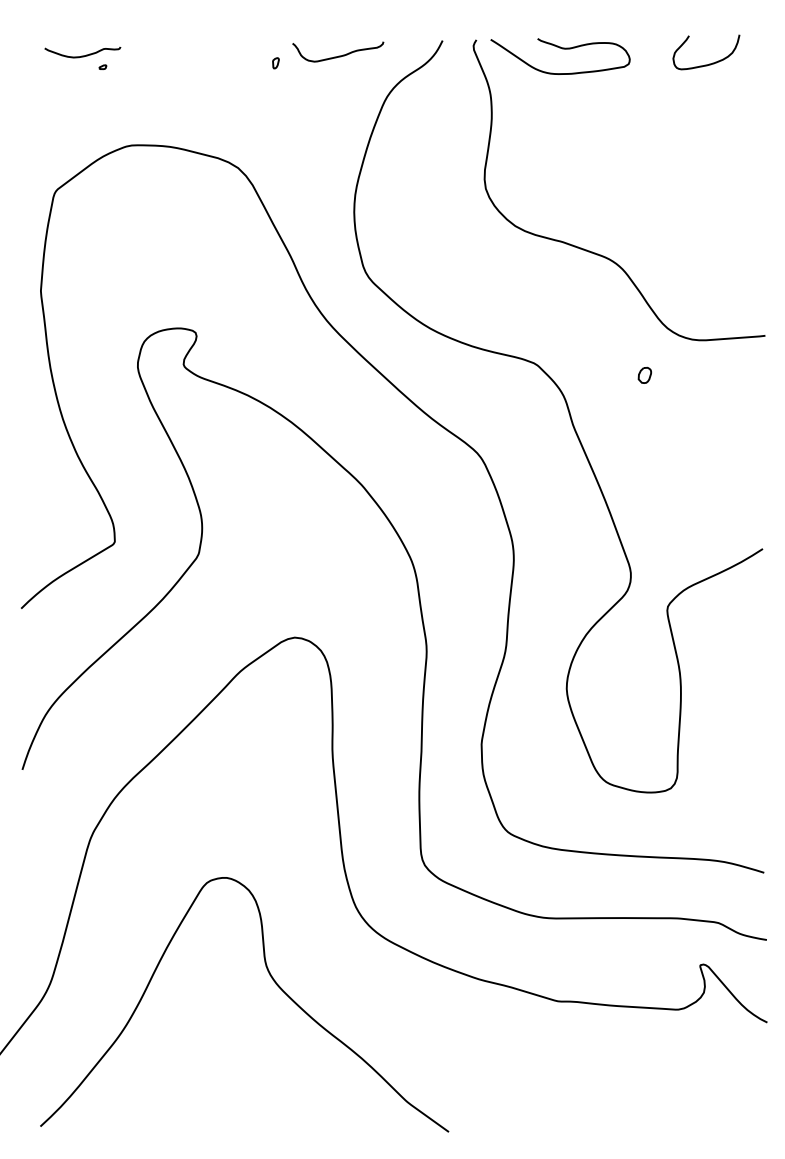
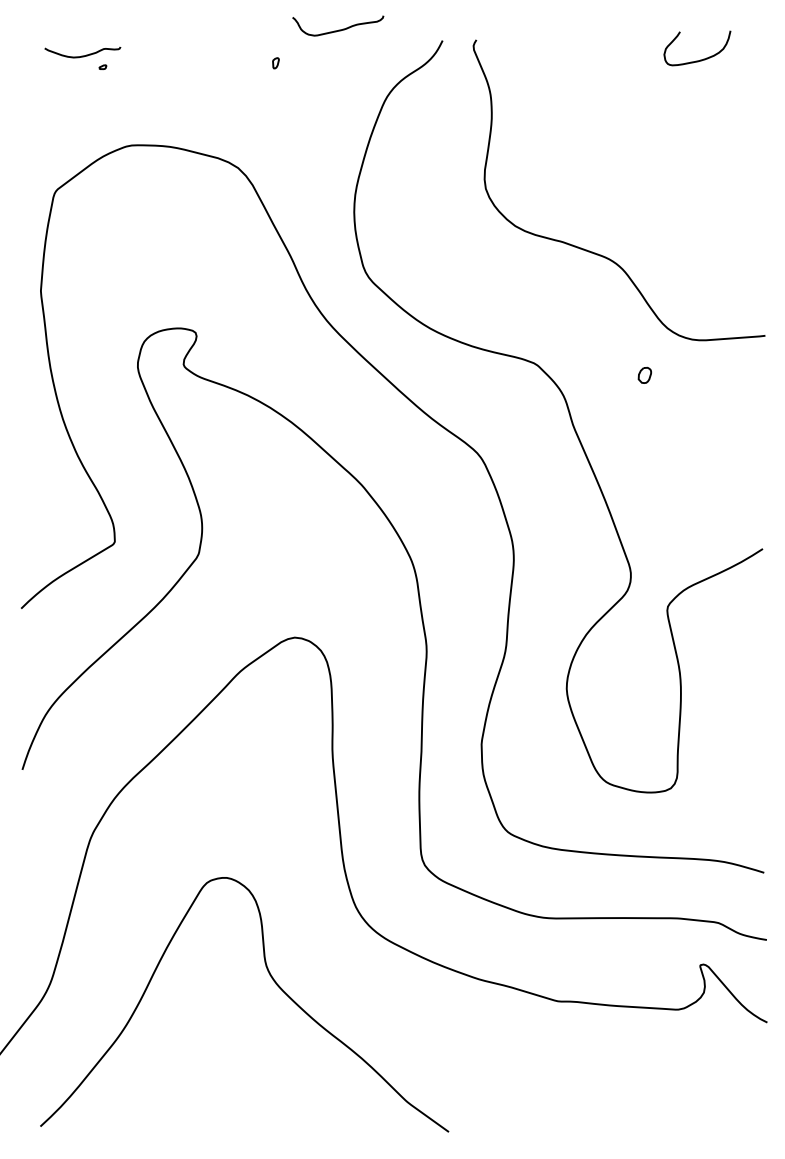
curve at (562, 49): present -> none
curve at (338, 55) position: (338, 55) -> (338, 29)
curve at (709, 63) position: (709, 63) -> (700, 59)
